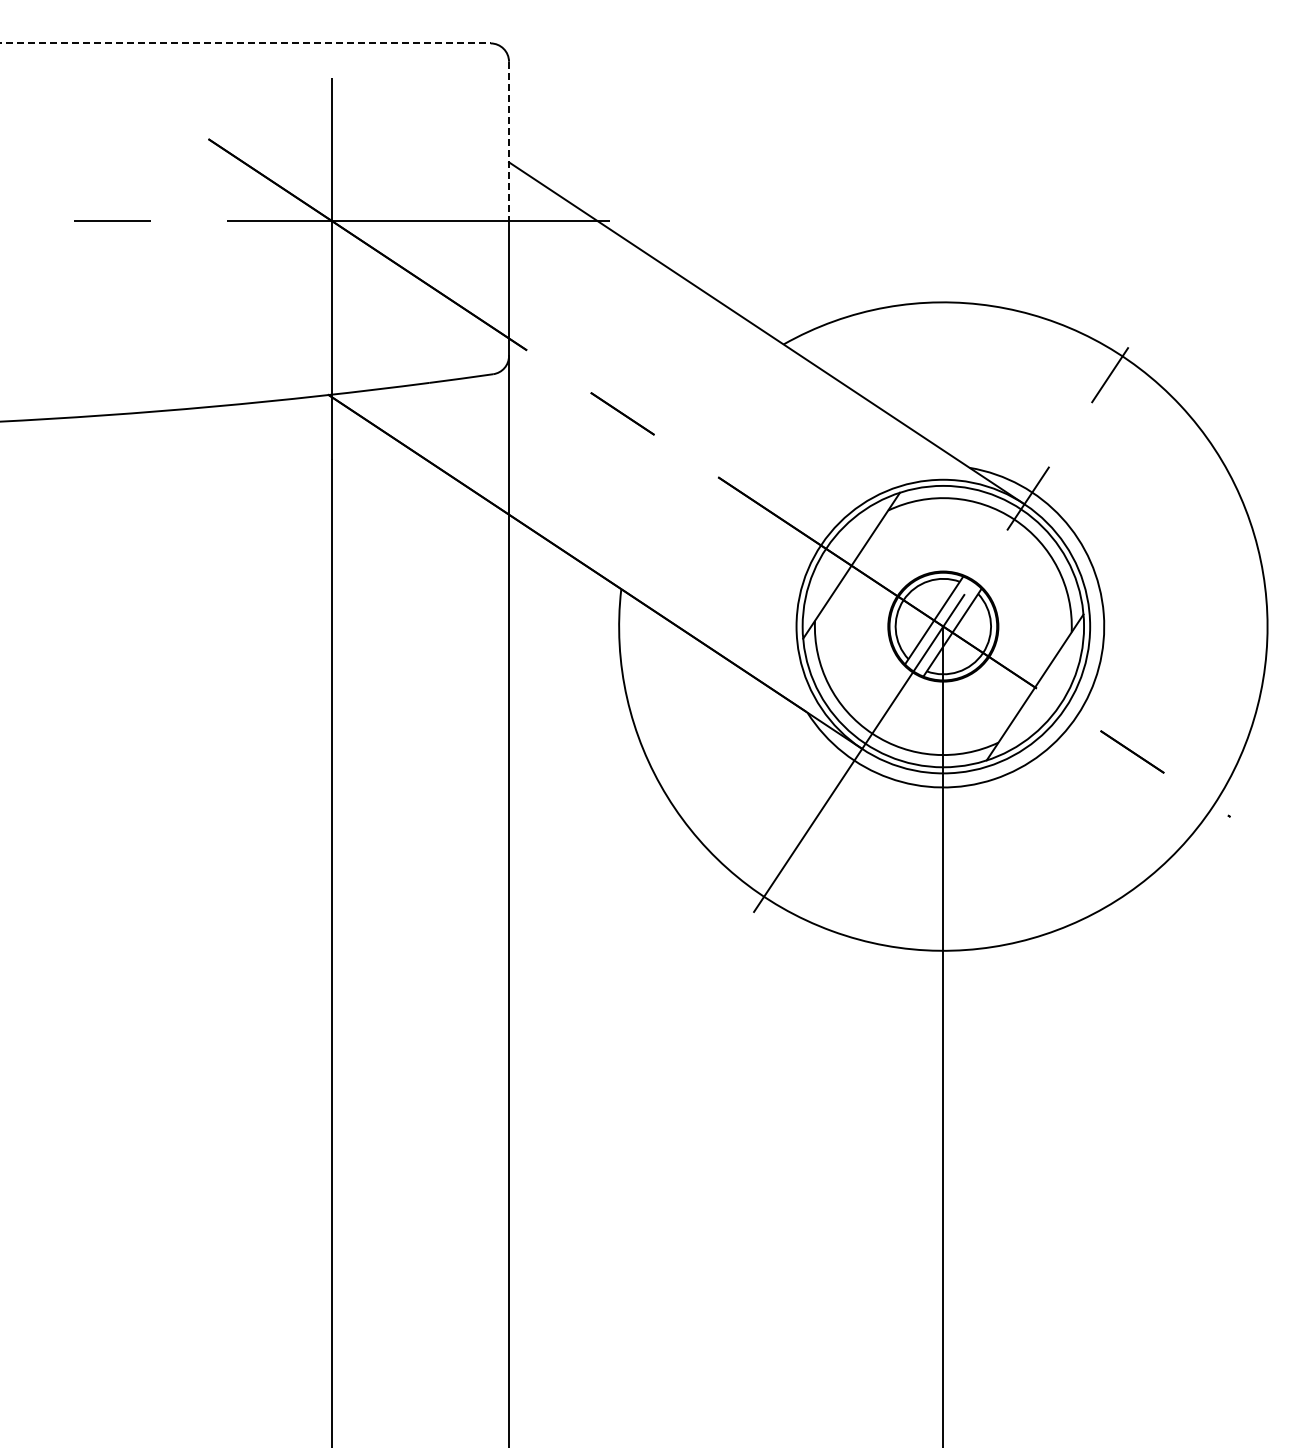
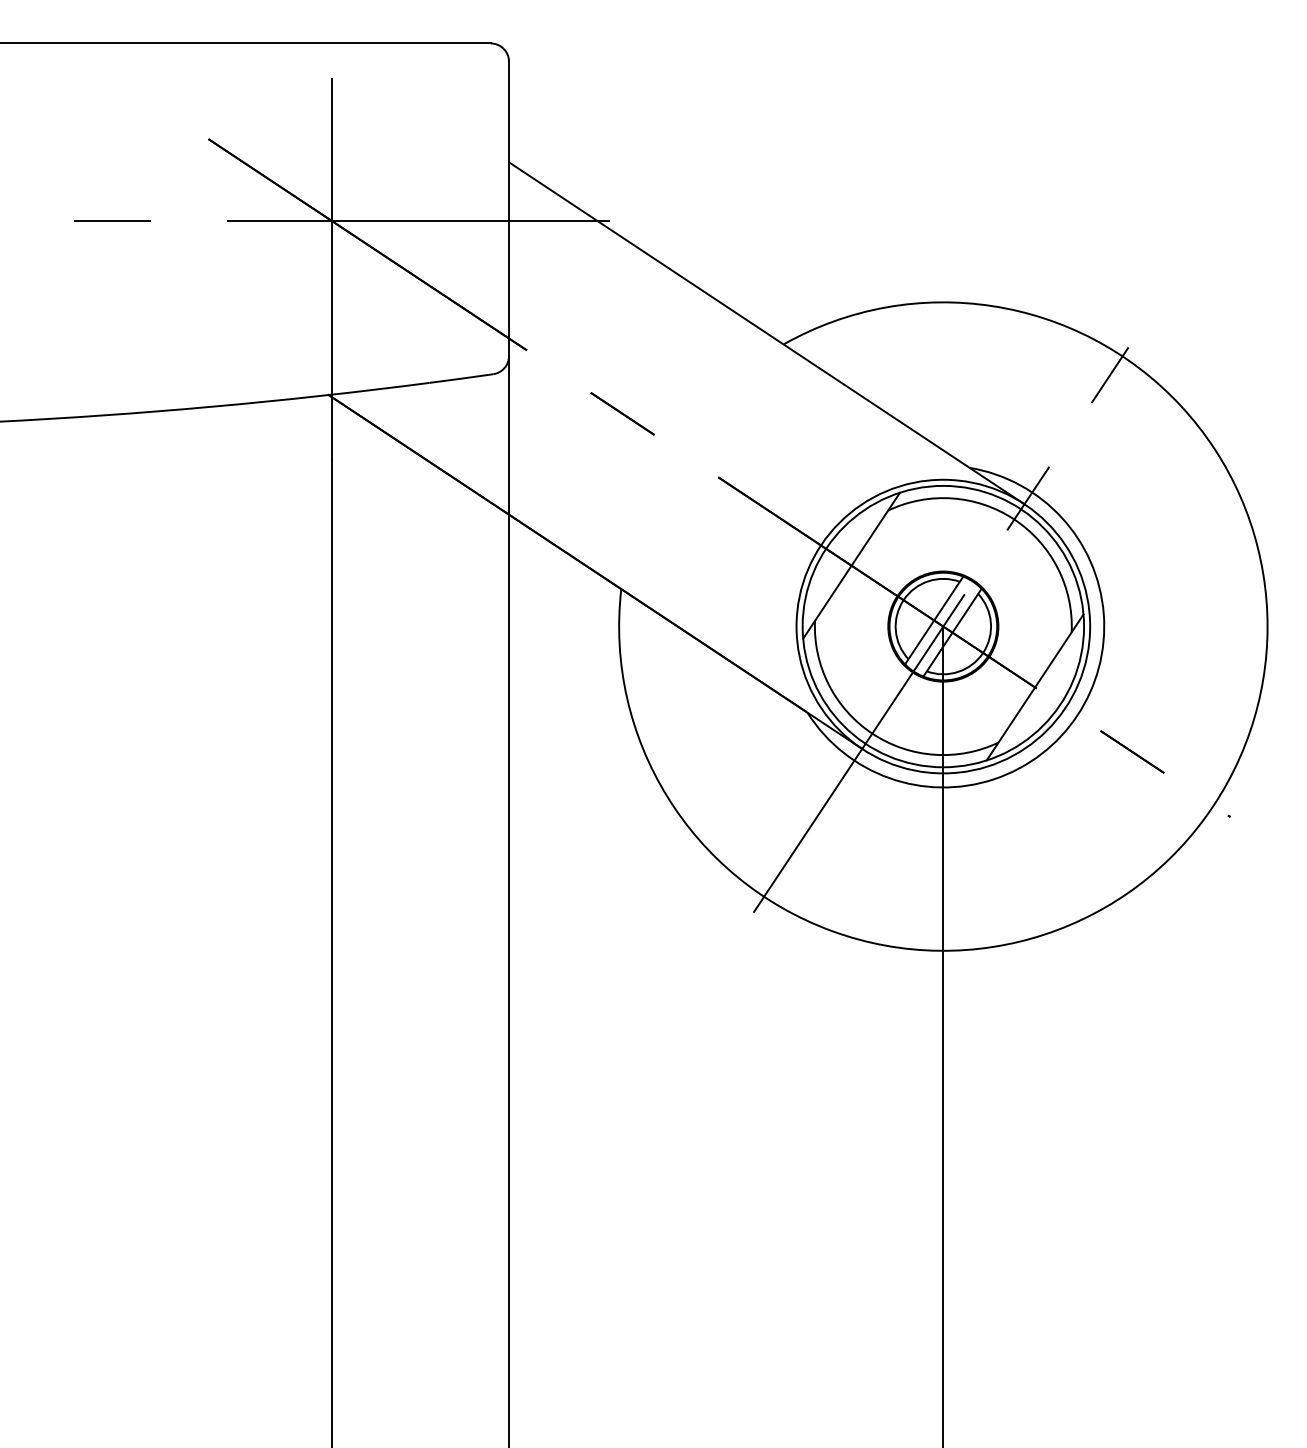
line at (245, 43): dashed -> solid
line at (509, 141): dashed -> solid
